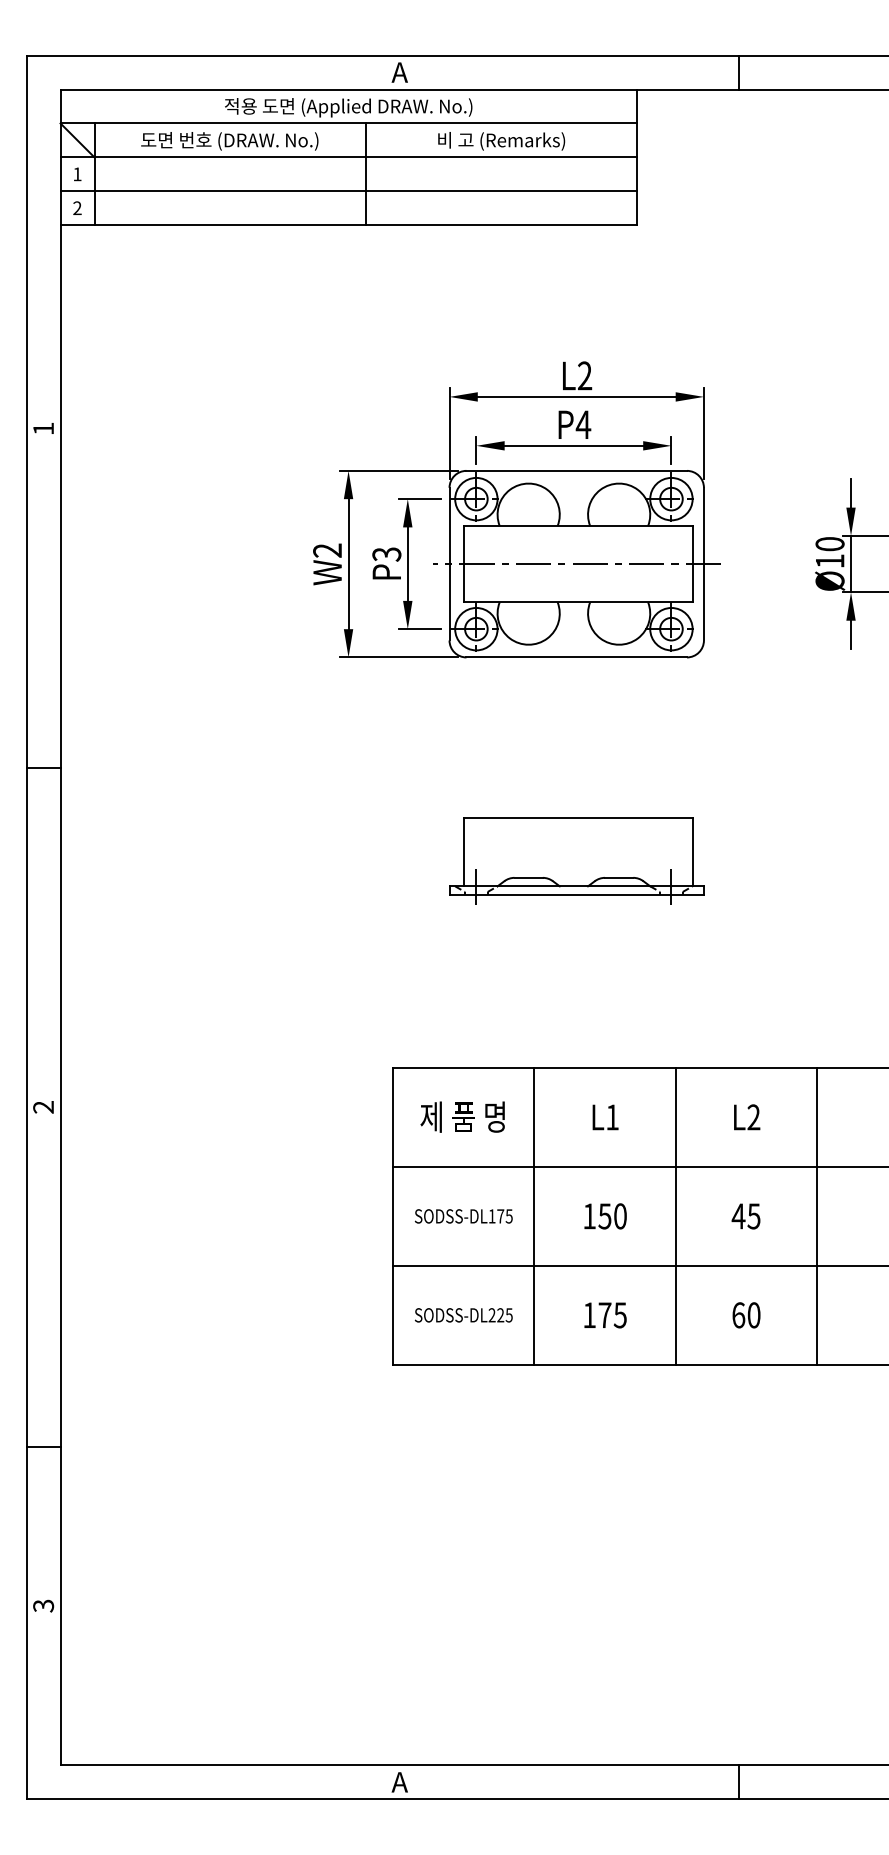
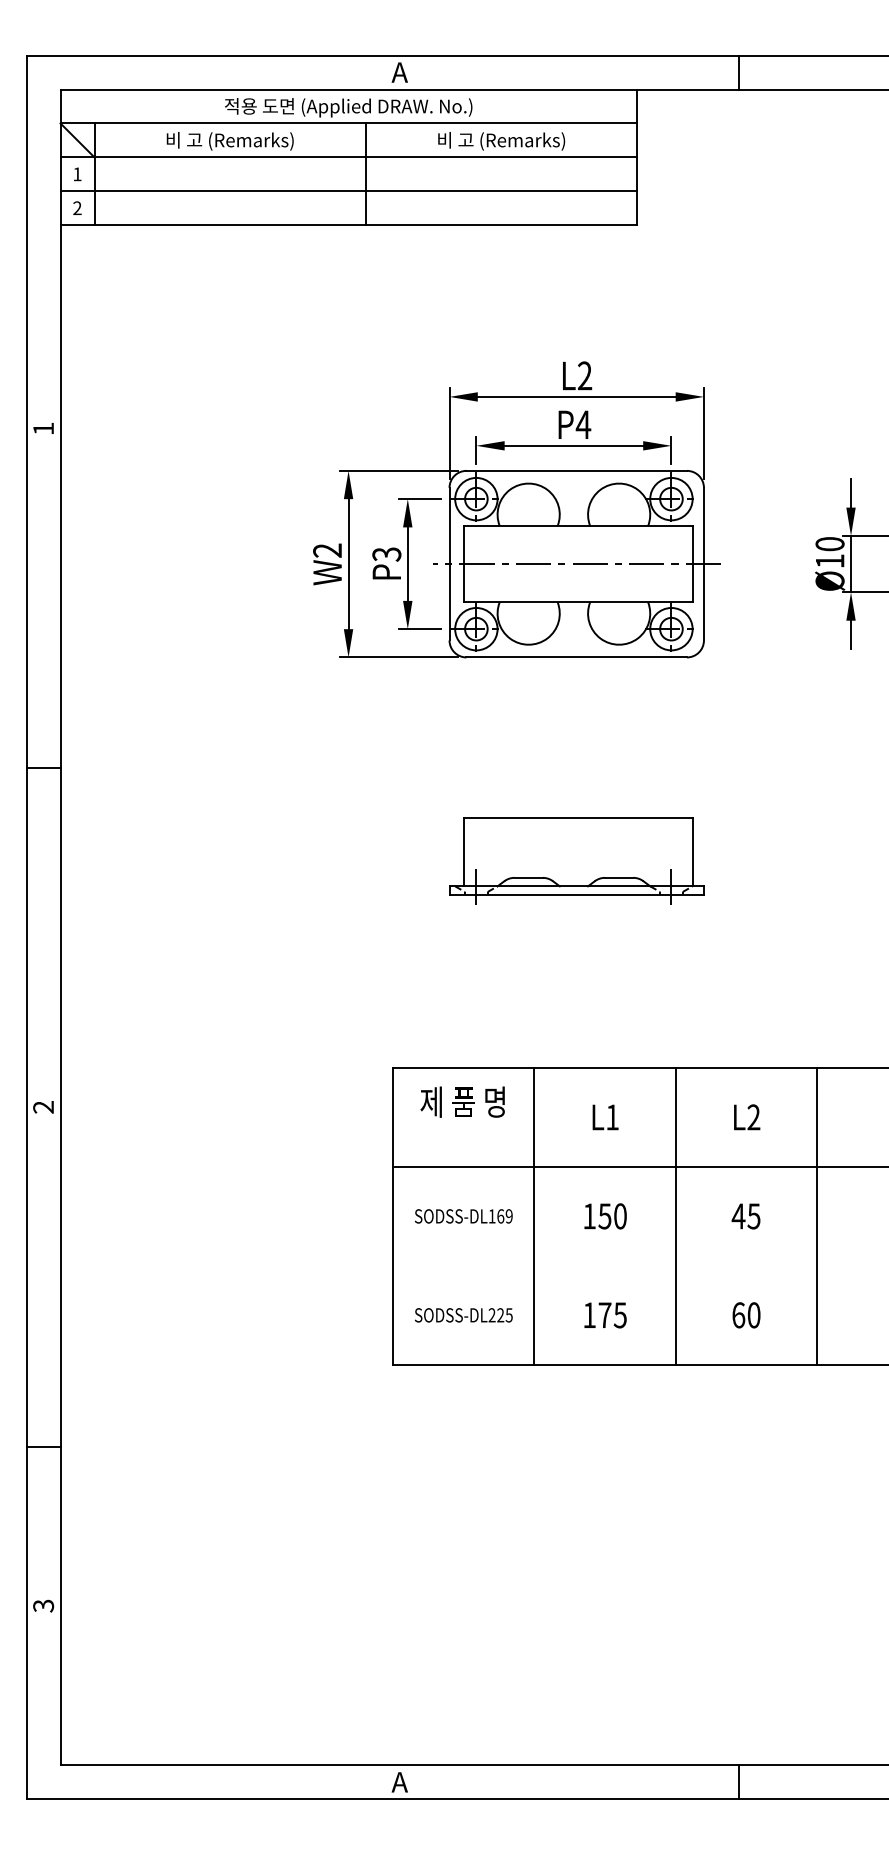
text at (229, 141): 도면 번호 (DRAW. No.) -> 비 고 (Remarks)
text at (462, 1116) position: (462, 1116) -> (462, 1101)
text at (504, 1216): SODSS-DL175 -> SODSS-DL169
line at (639, 1265): present -> none
